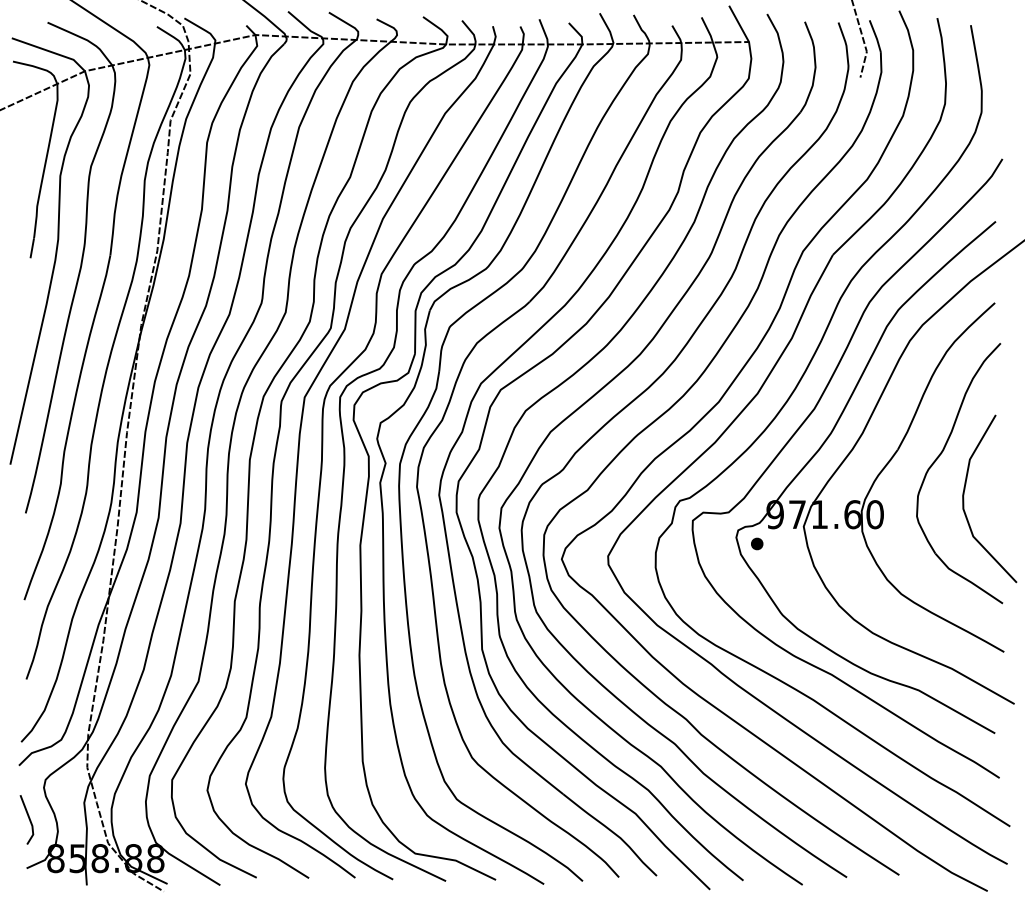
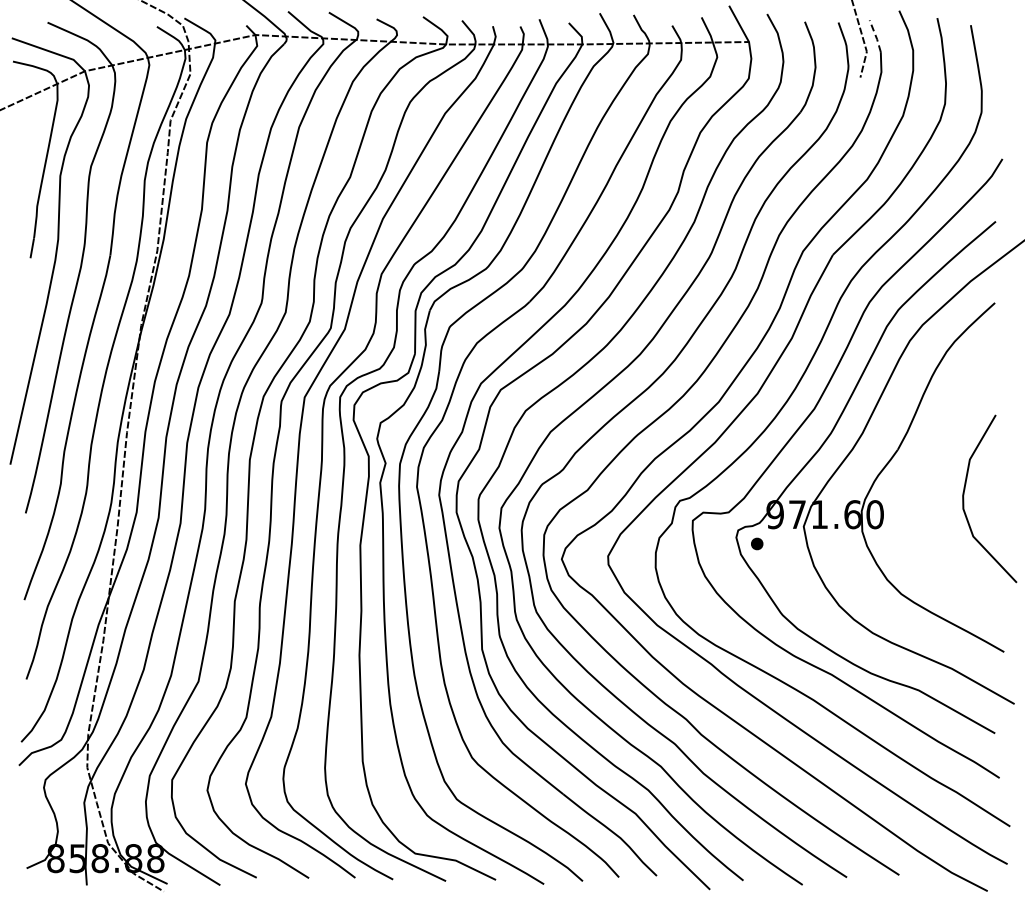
line at (876, 36): solid -> dashed
part at (939, 457): present -> none
line at (28, 819): present -> none
